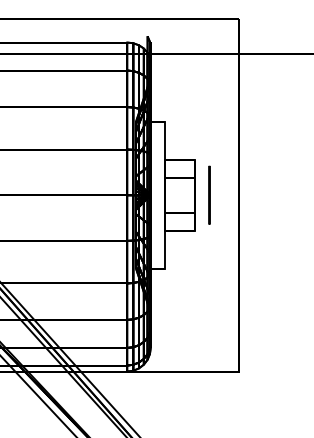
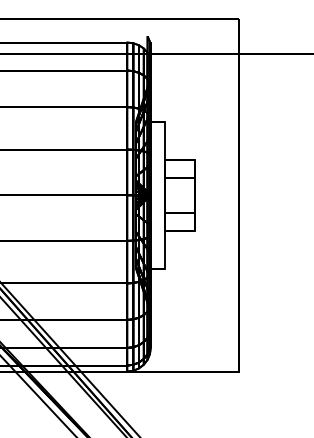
circle at (209, 194): present -> none
